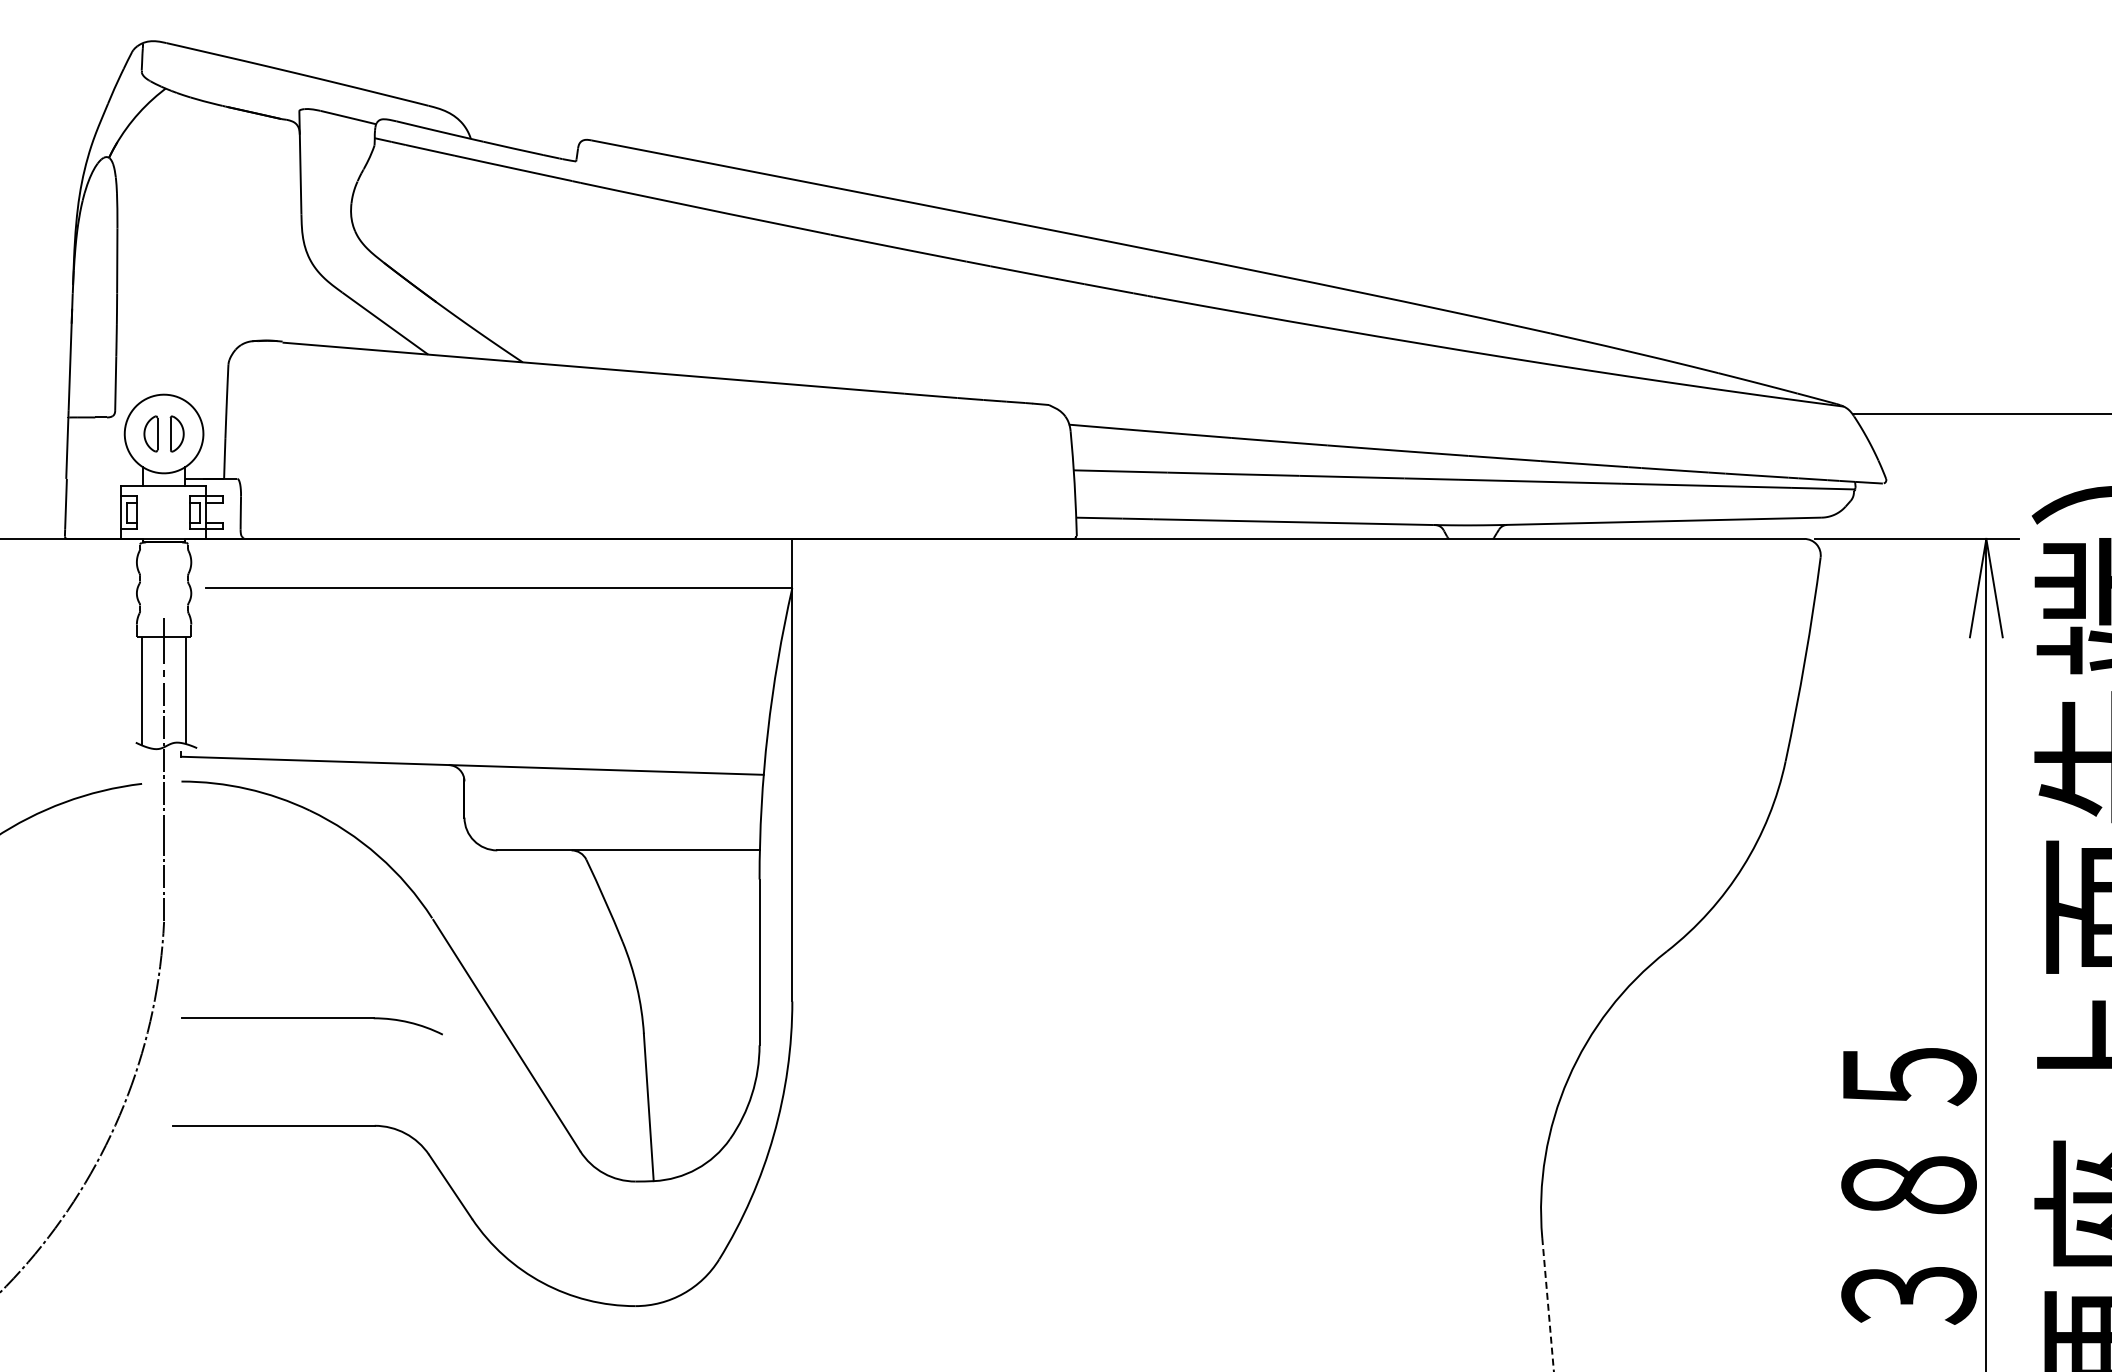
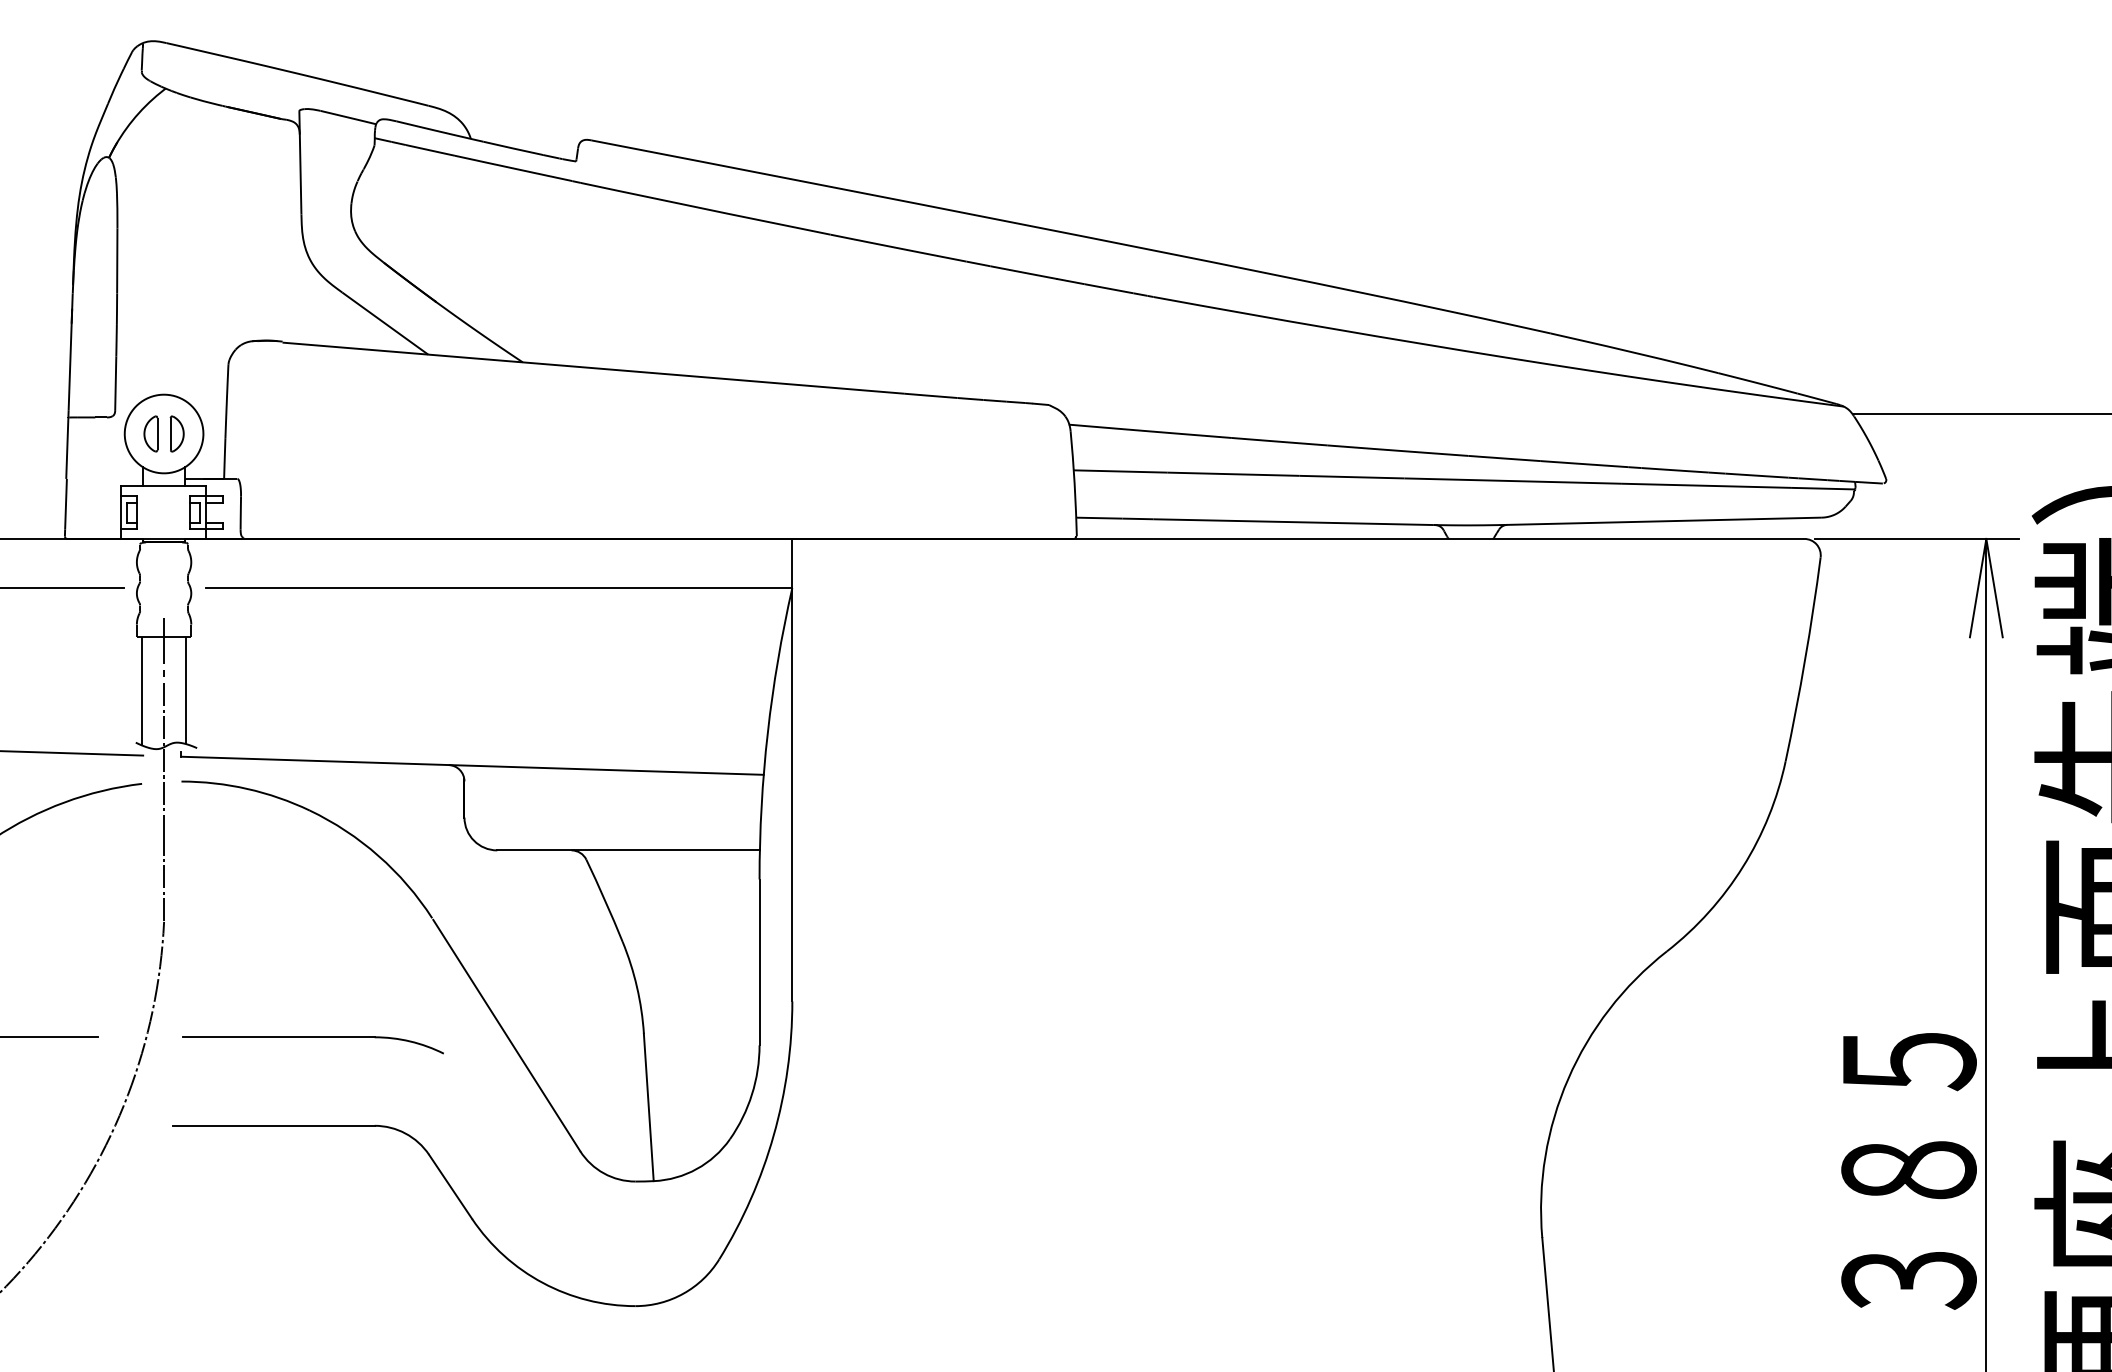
line at (63, 588): none -> present
line at (72, 753): none -> present
part at (311, 1018) position: (311, 1018) -> (312, 1037)
line at (49, 1037): none -> present
text at (1908, 1186) position: (1908, 1186) -> (1908, 1171)
line at (1548, 1304): dashed -> solid
